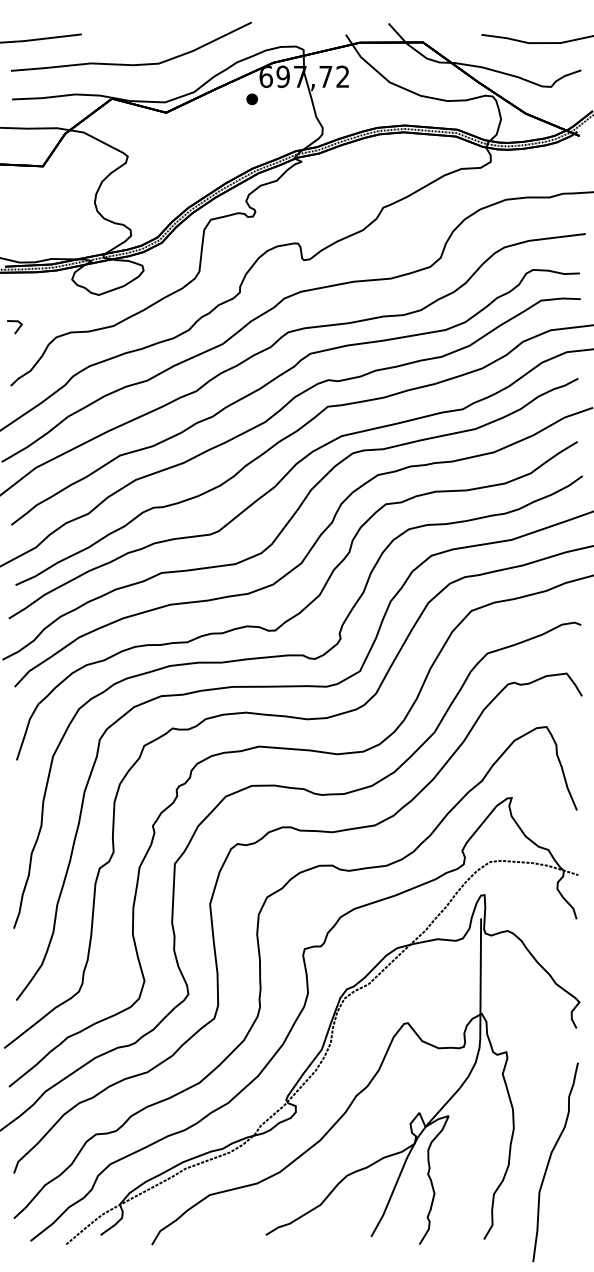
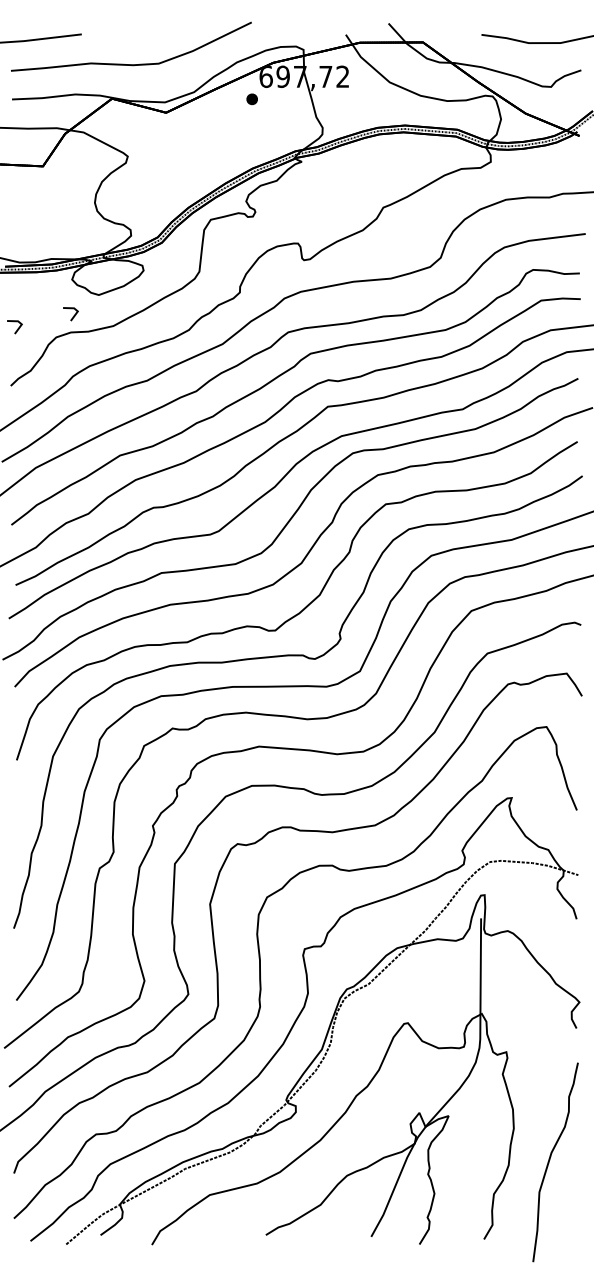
line at (73, 315): none -> present
